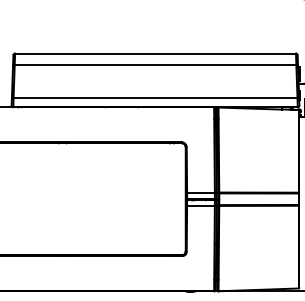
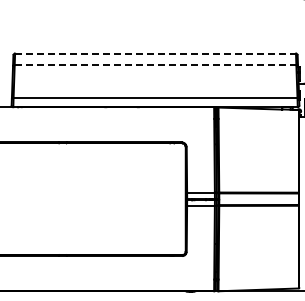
line at (156, 53): solid -> dashed
line at (155, 65): solid -> dashed
